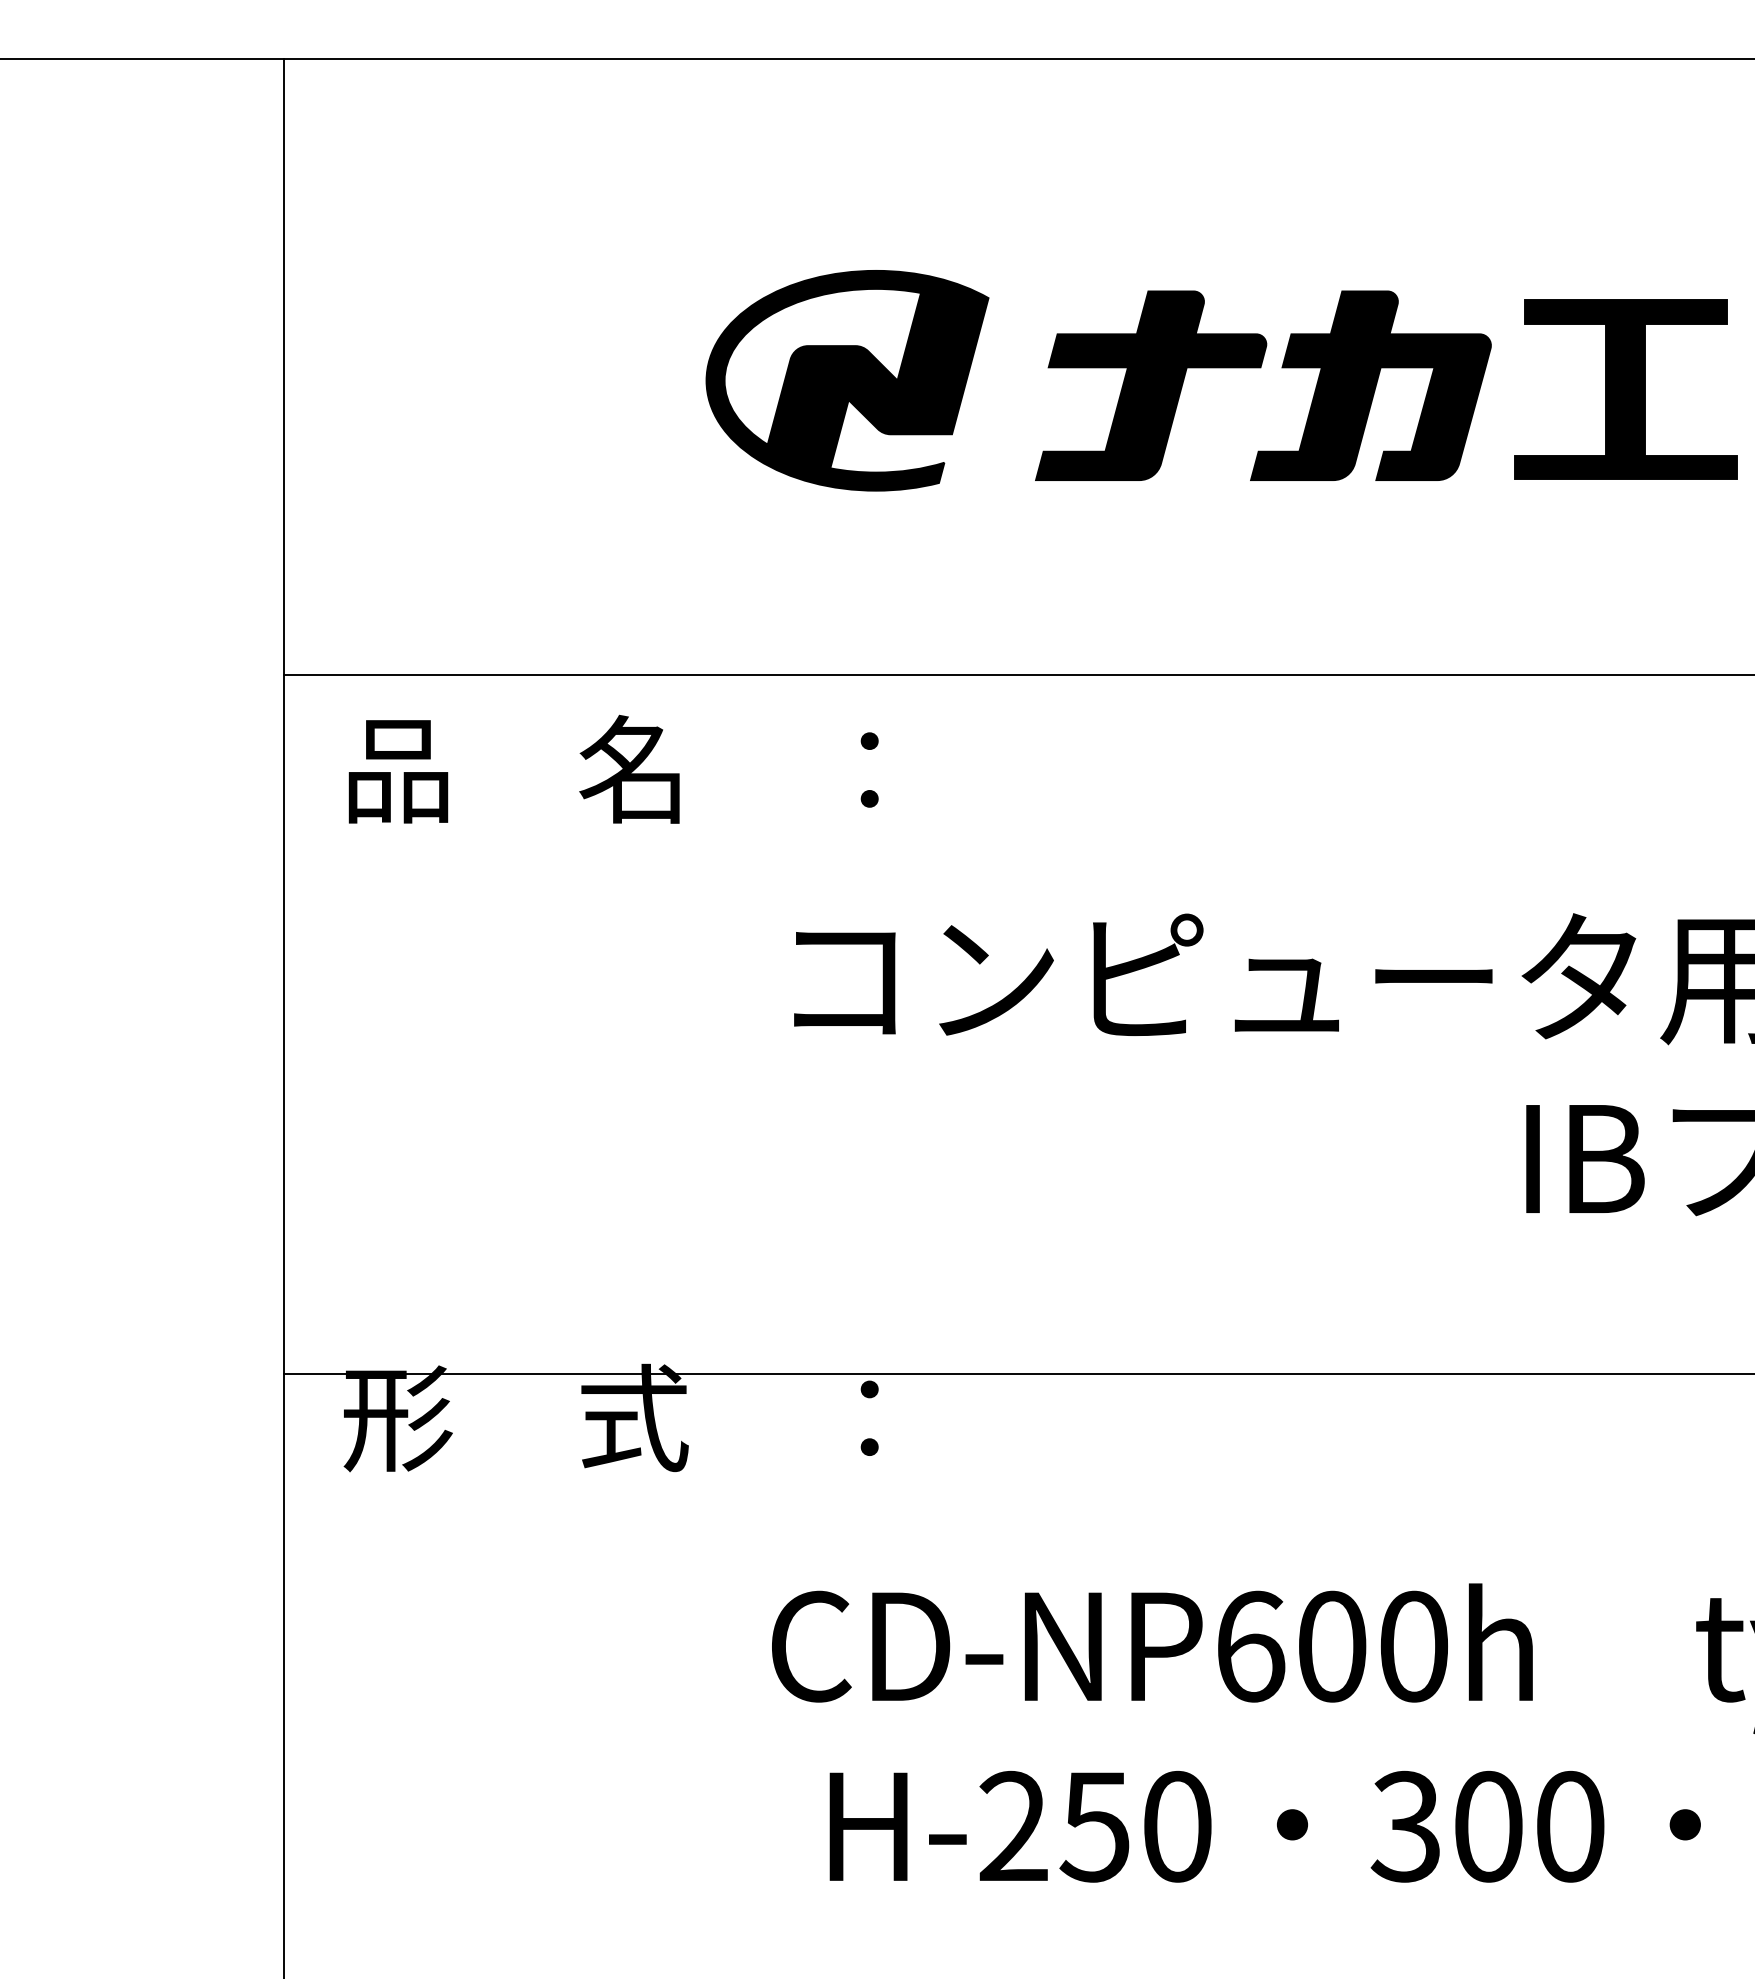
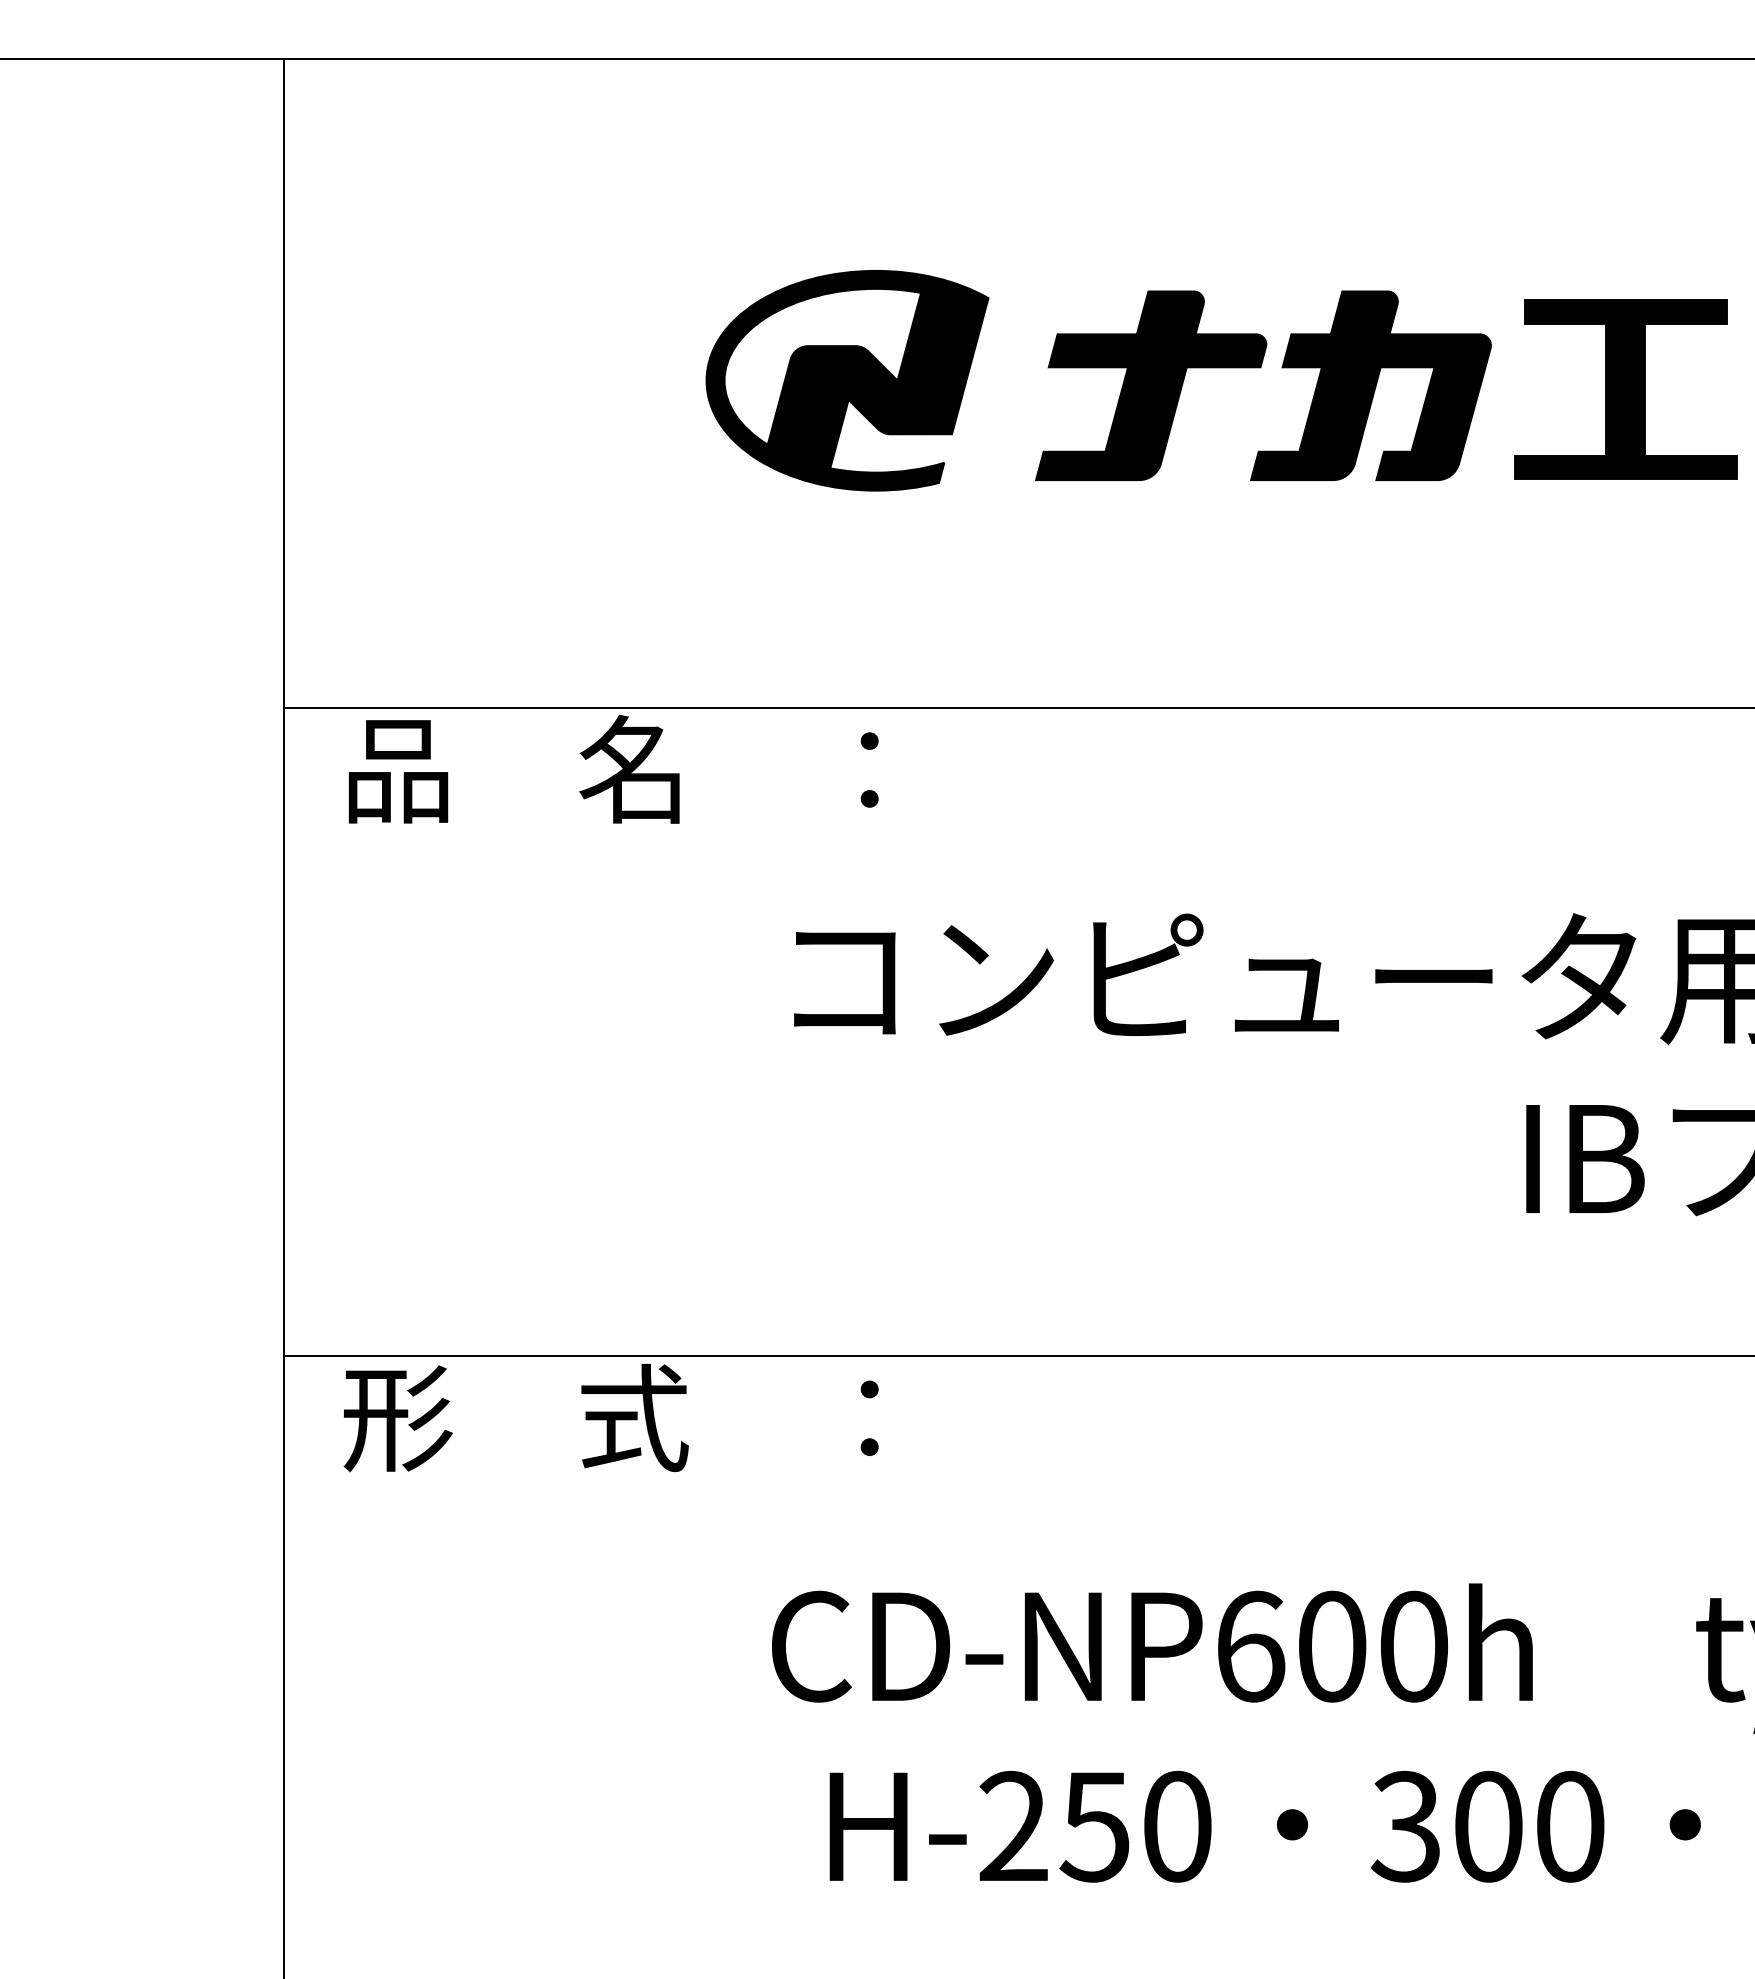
line at (1017, 674) position: (1017, 674) -> (1017, 707)
line at (1017, 1373) position: (1017, 1373) -> (1017, 1355)
